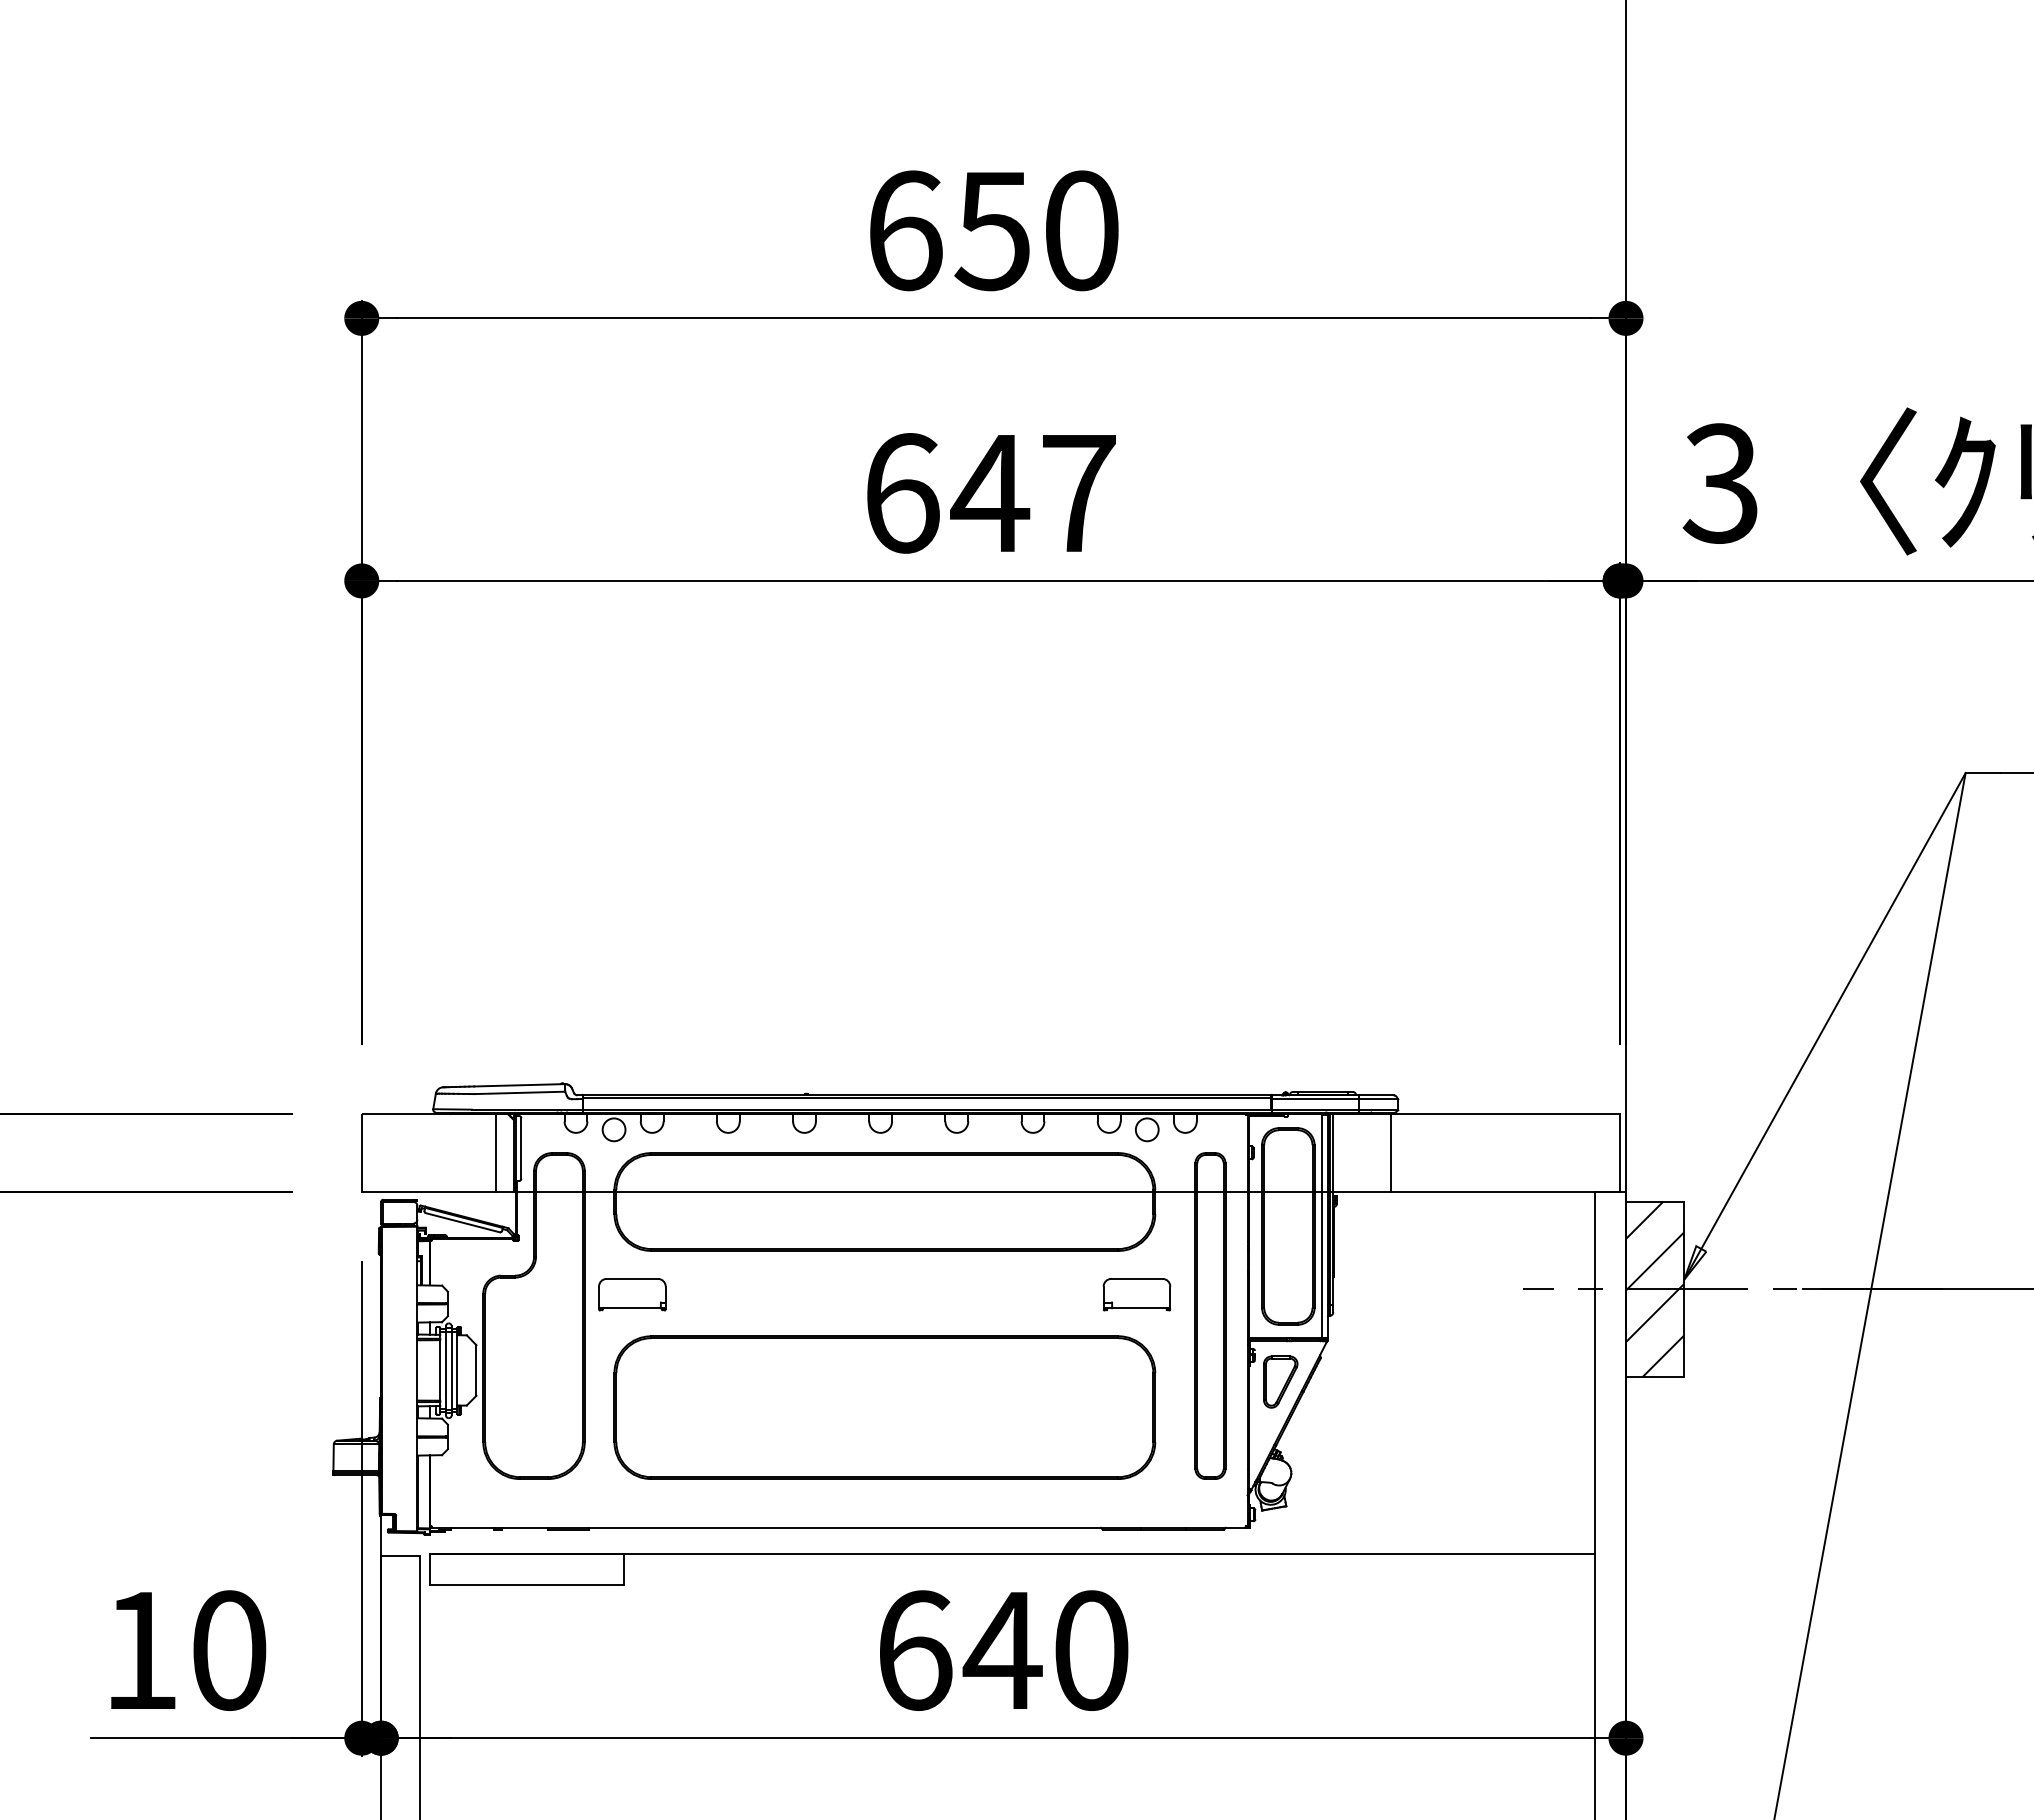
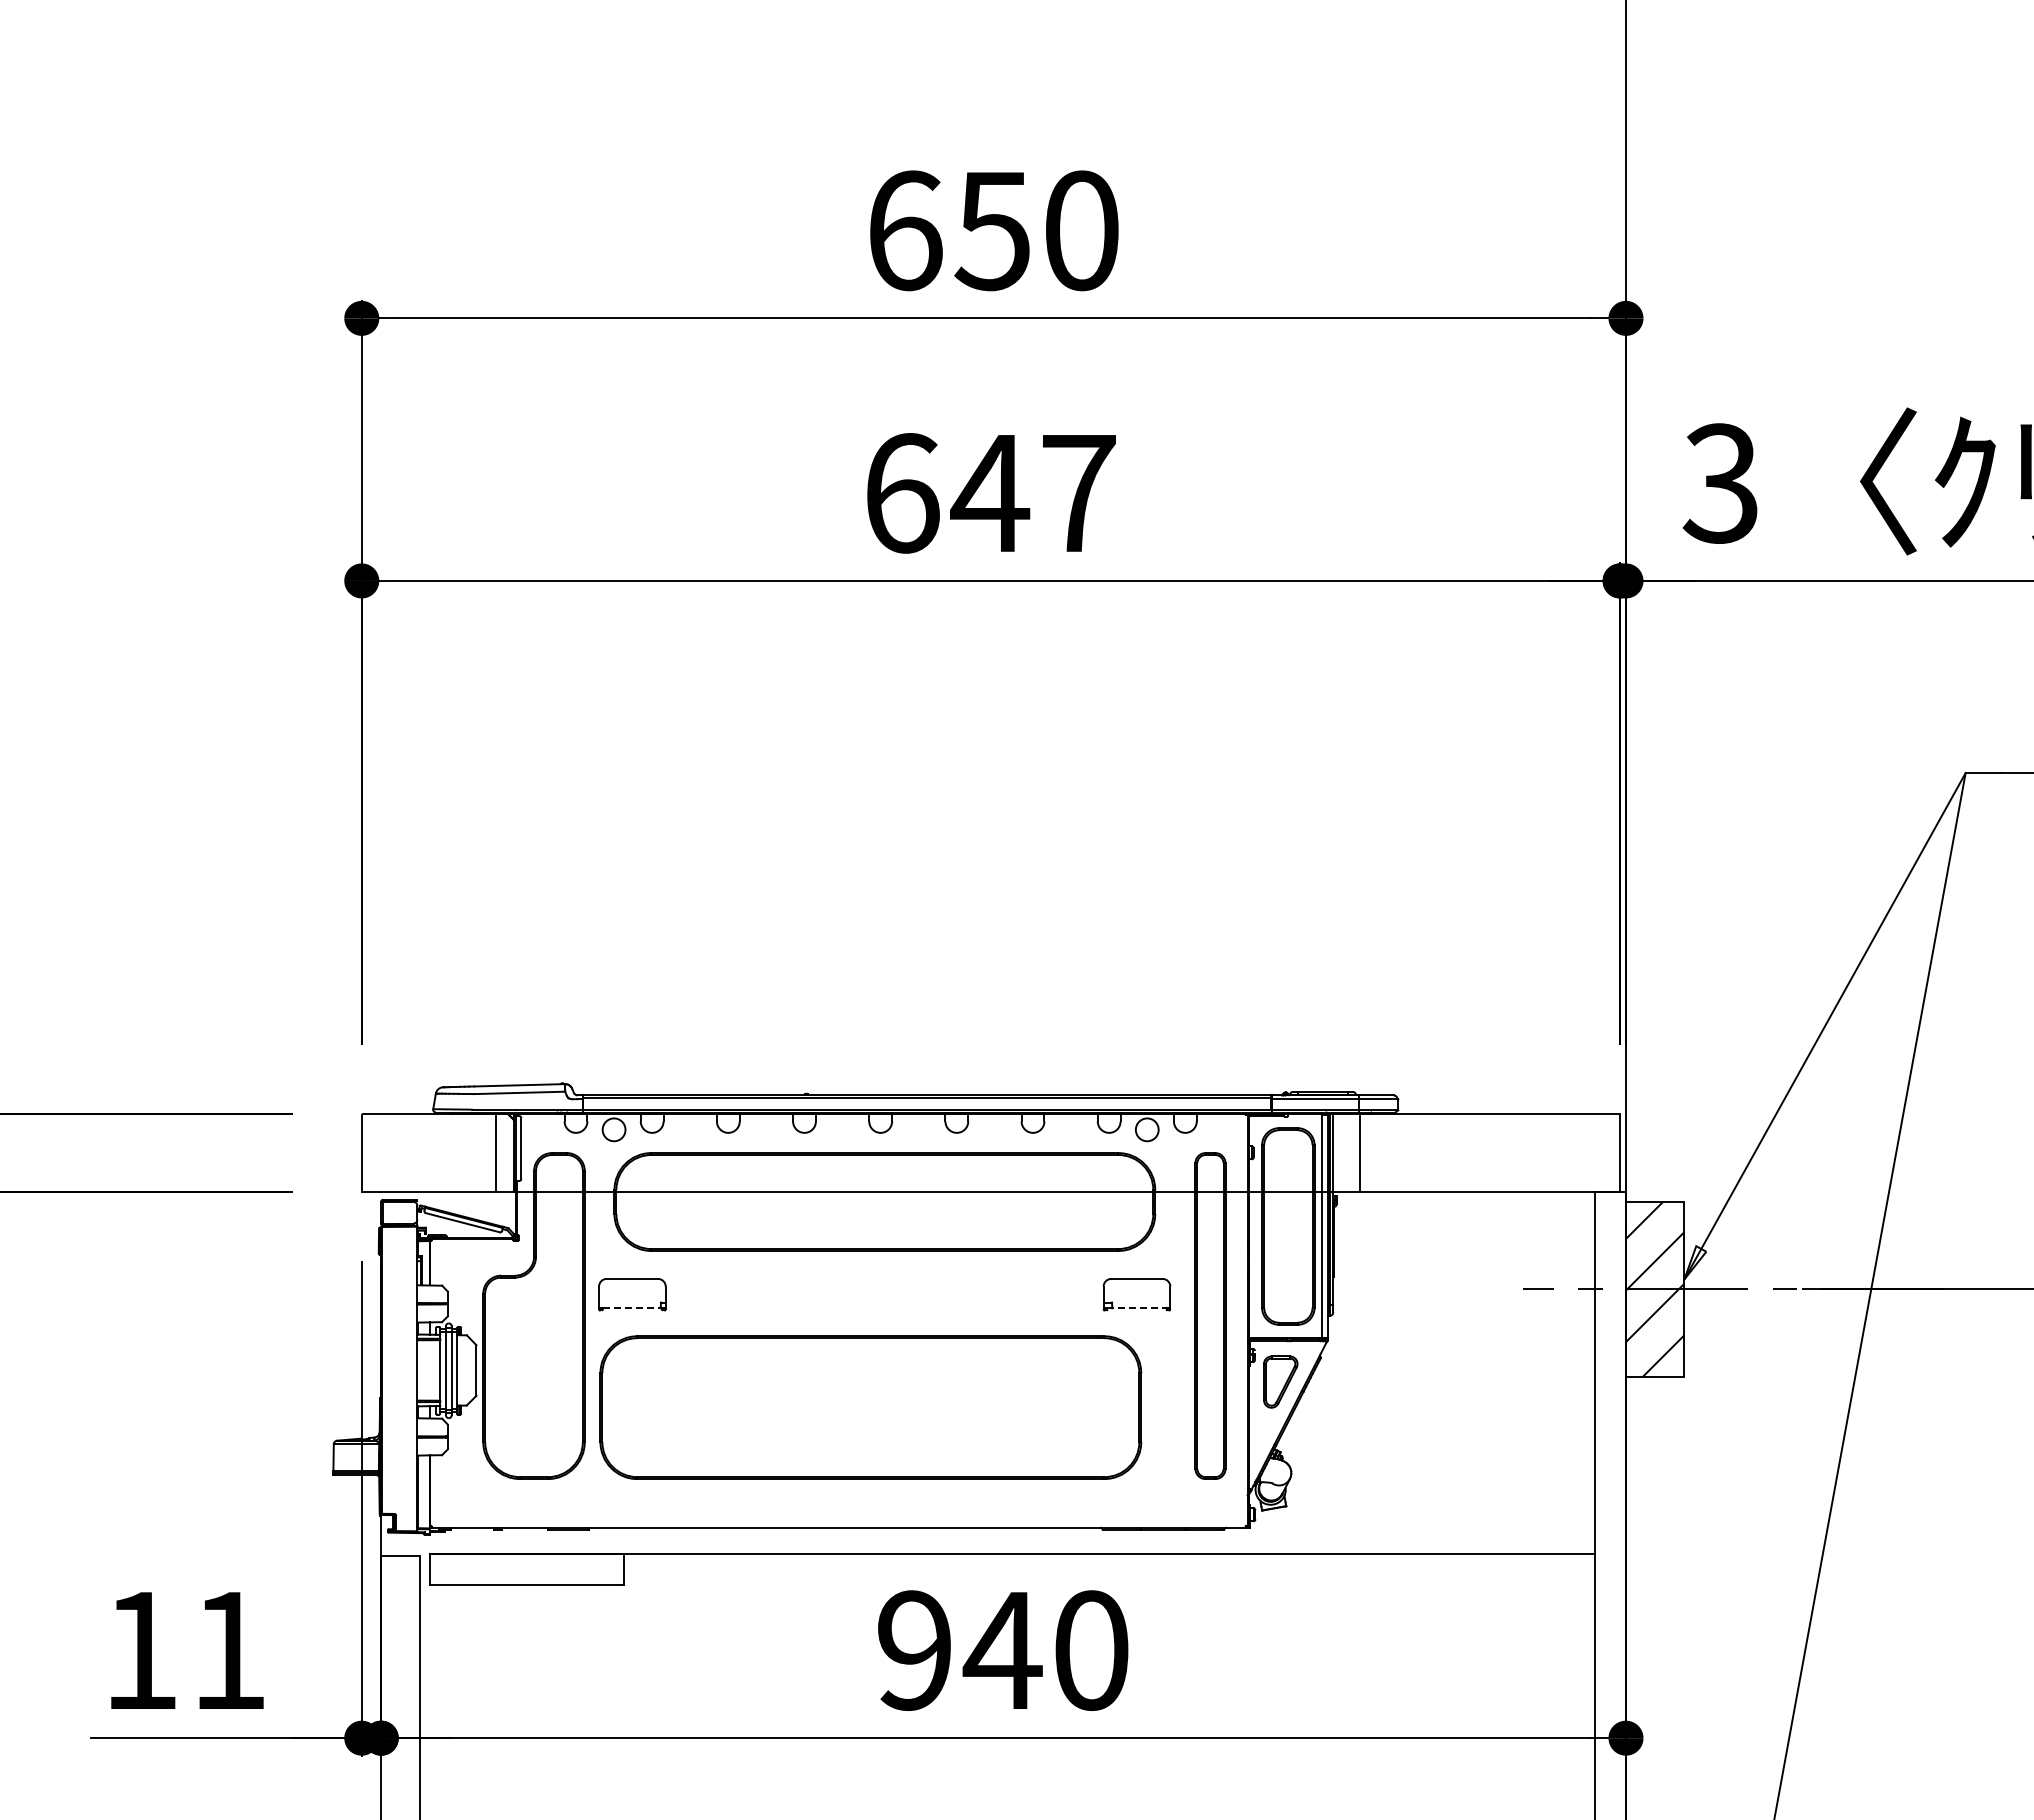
line at (1390, 1153) position: (1390, 1153) -> (1359, 1153)
line at (632, 1308): solid -> dashed
line at (1136, 1308): solid -> dashed
part at (884, 1407) position: (884, 1407) -> (870, 1407)
text at (229, 1650): 10 -> 11
text at (915, 1650): 640 -> 940
